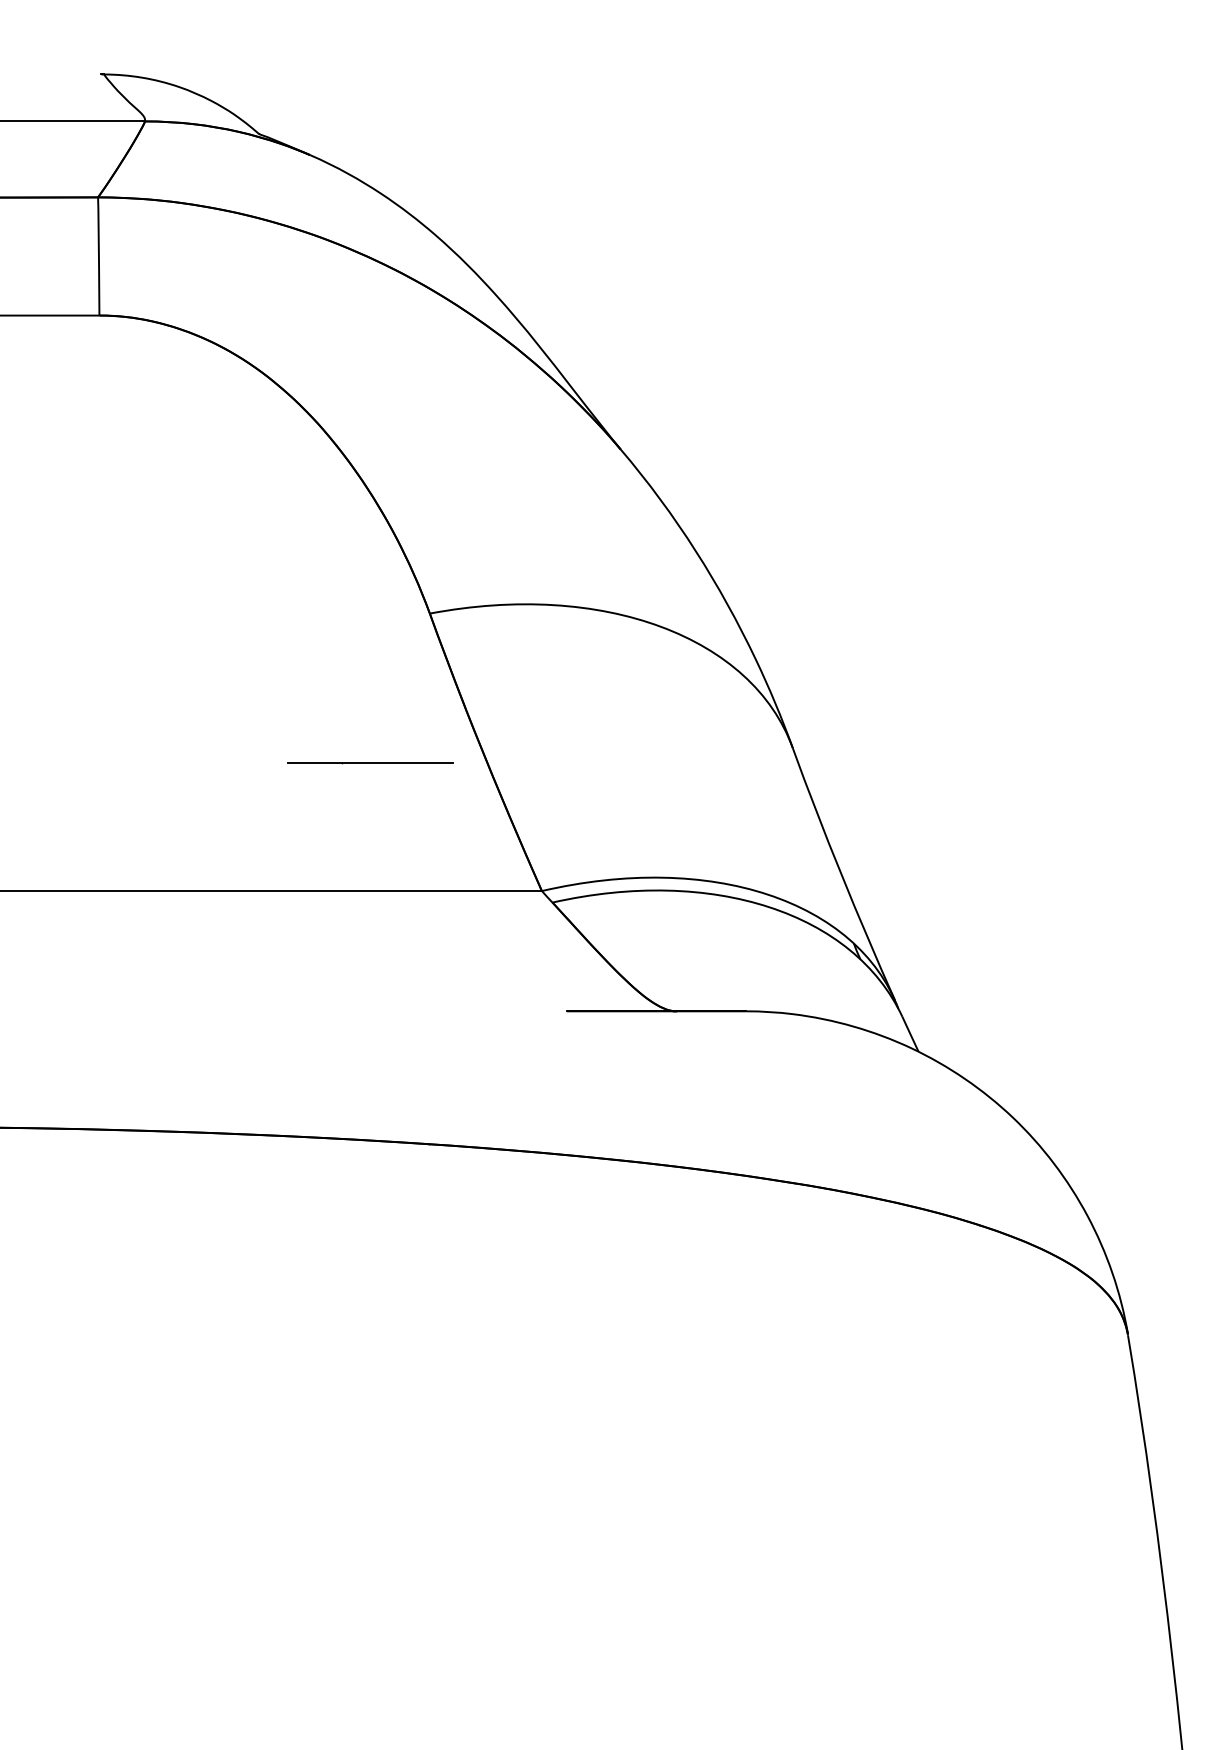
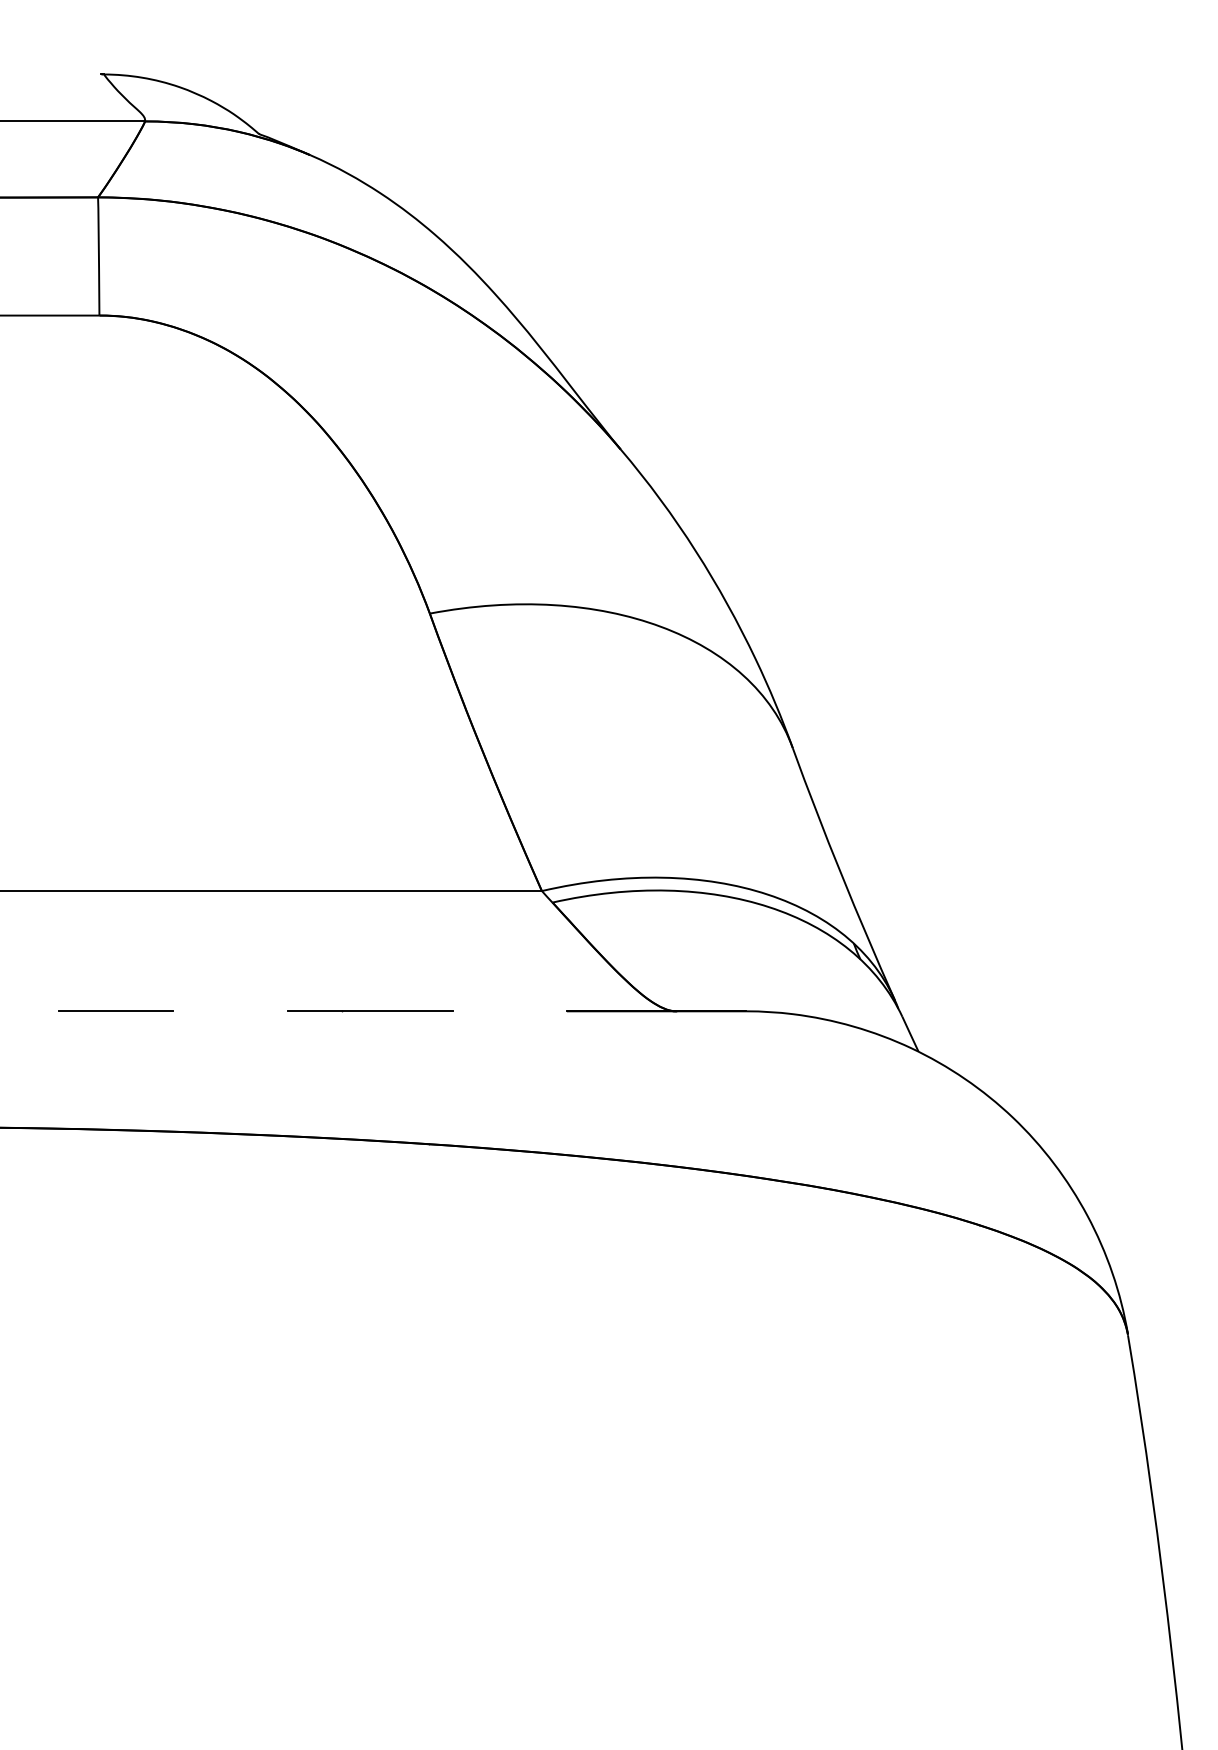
line at (370, 763) position: (370, 763) -> (370, 1011)
line at (115, 1011): none -> present
